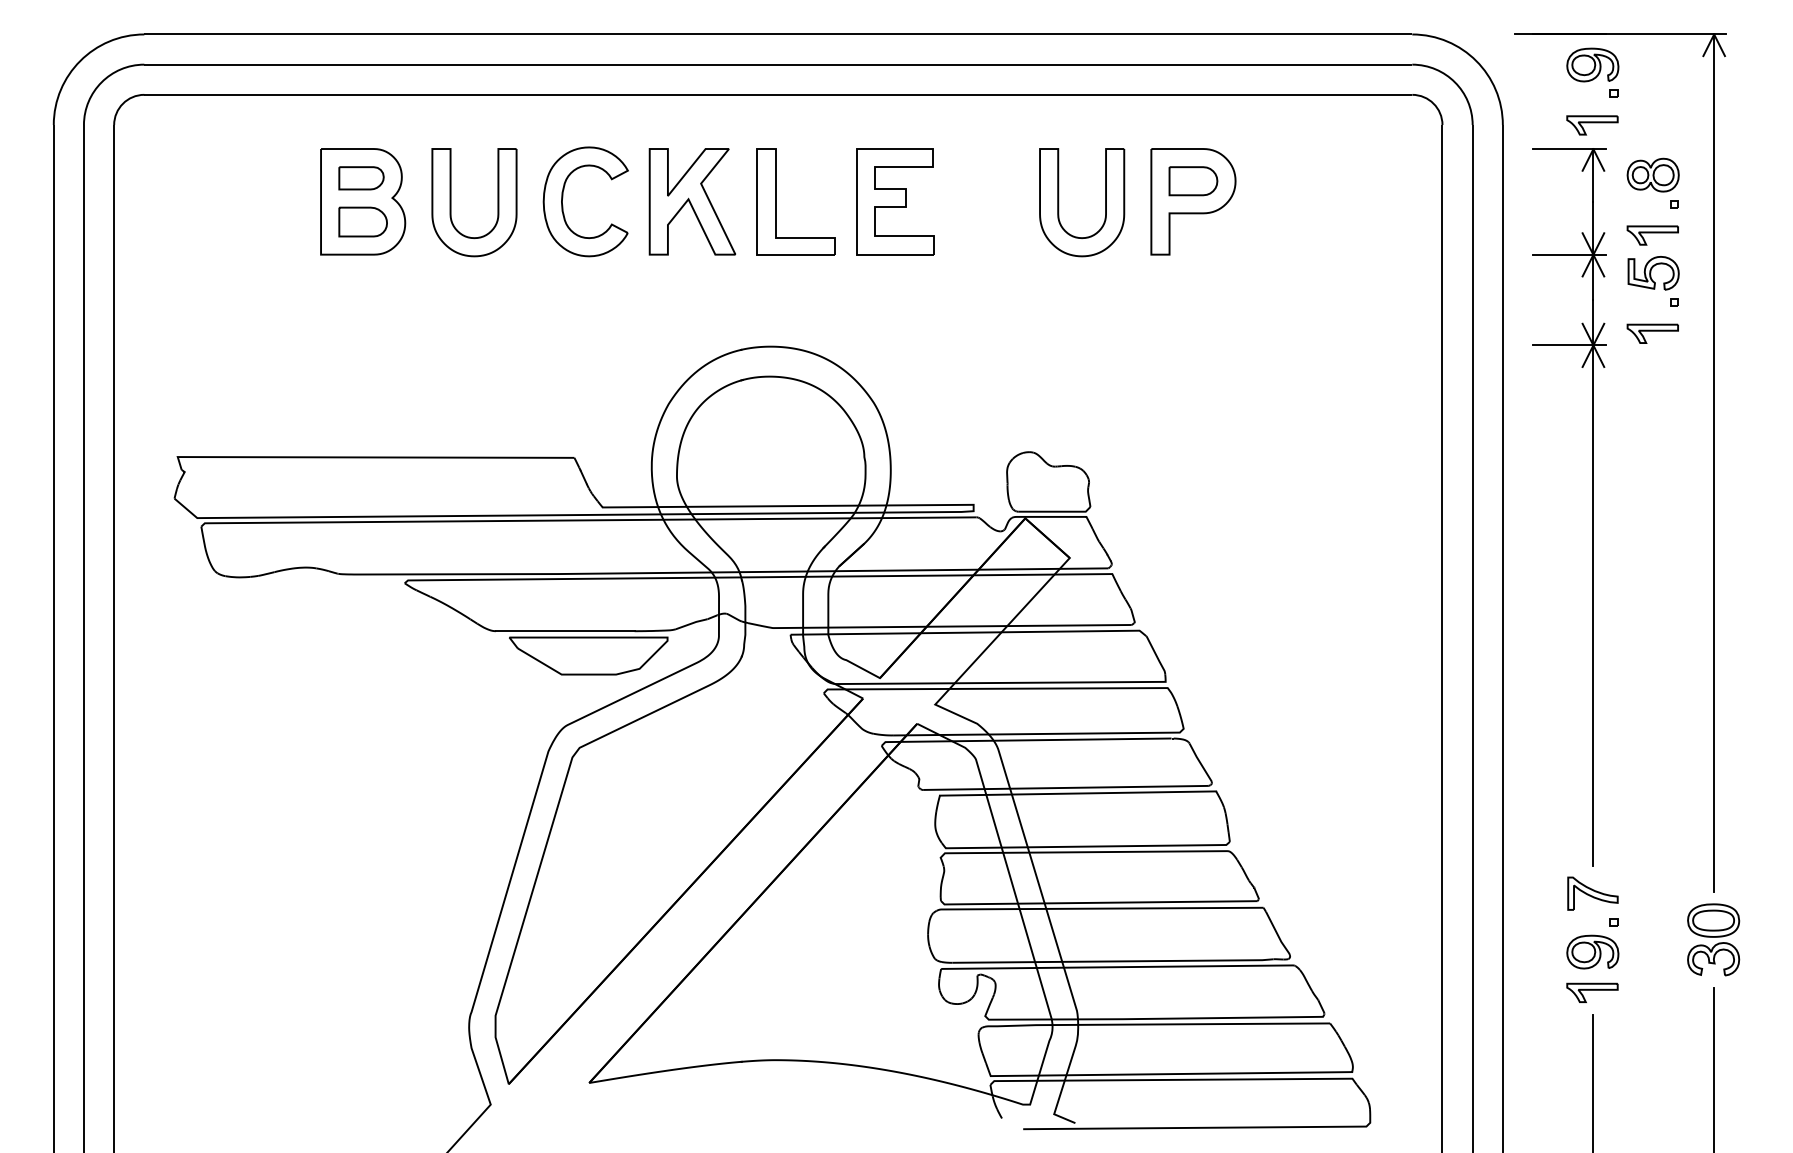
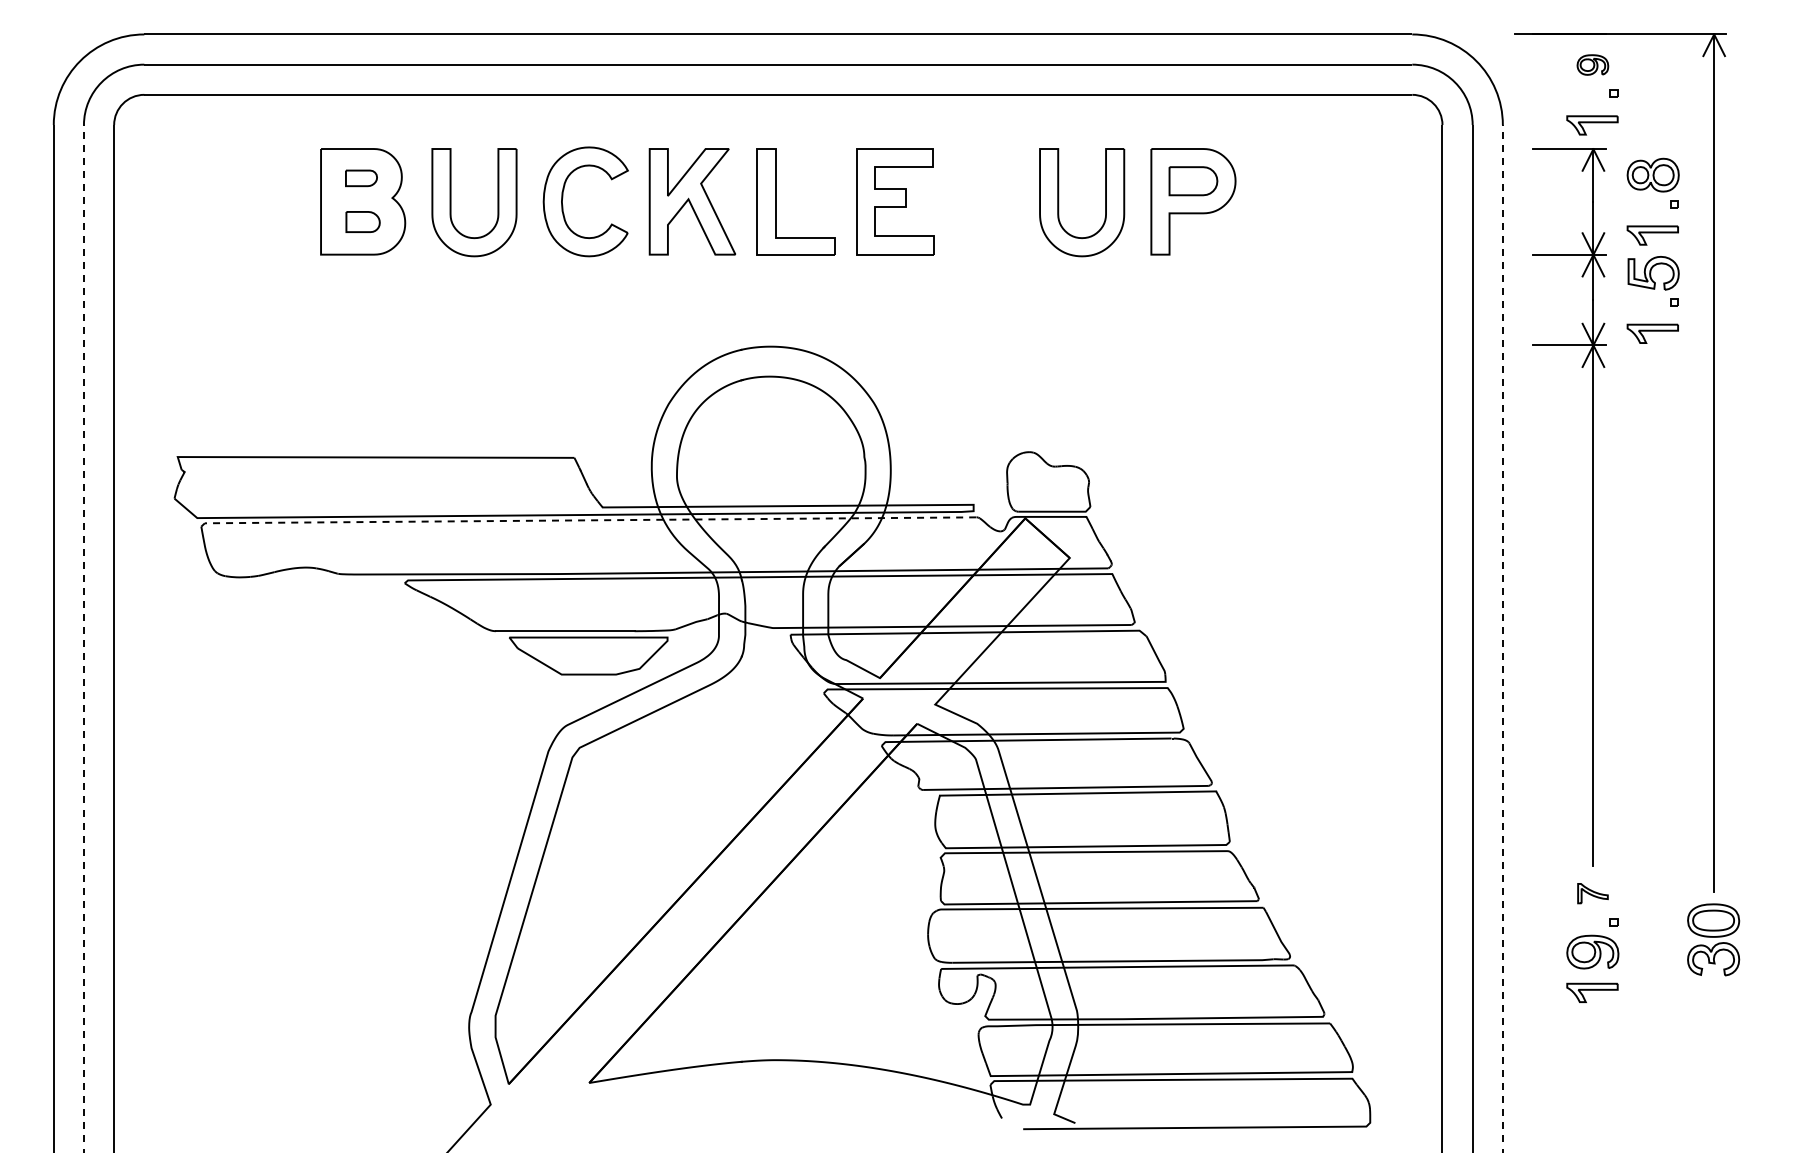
part at (1592, 64) size: 54x36 px -> 34x22 px
part at (361, 178) size: 47x25 px -> 33x19 px
part at (362, 221) size: 50x32 px -> 36x22 px
line at (587, 520): solid -> dashed
line at (83, 638): solid -> dashed
line at (1502, 638): solid -> dashed
part at (1592, 893) size: 52x35 px -> 32x22 px
line at (1714, 1068): present -> none
line at (1593, 1081): present -> none
